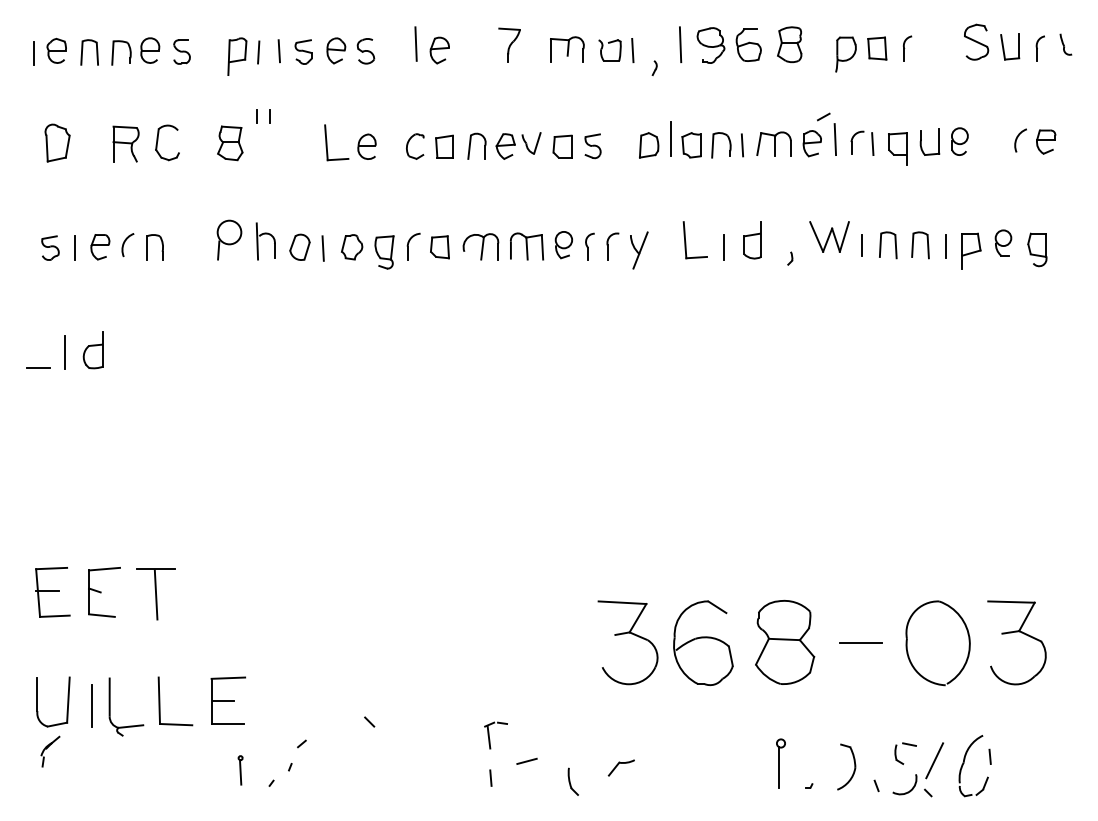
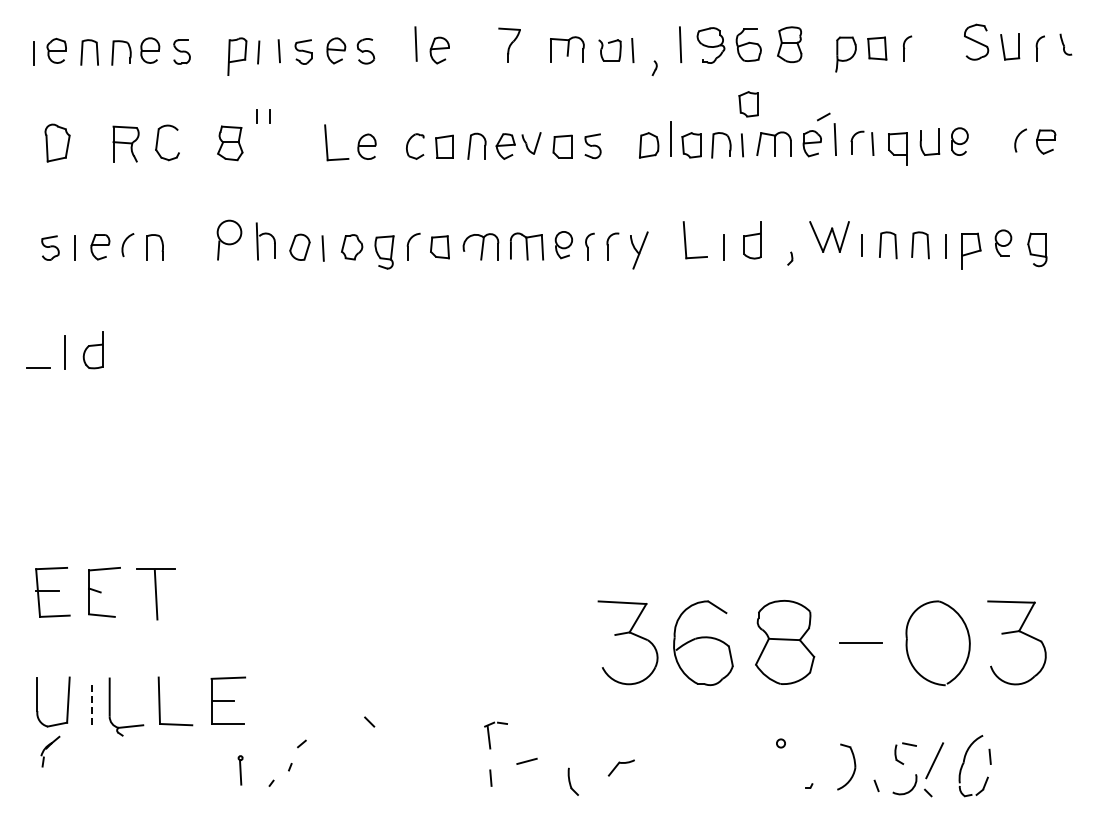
part at (748, 104): none -> present
line at (91, 705): solid -> dashed
line at (779, 767): present -> none
